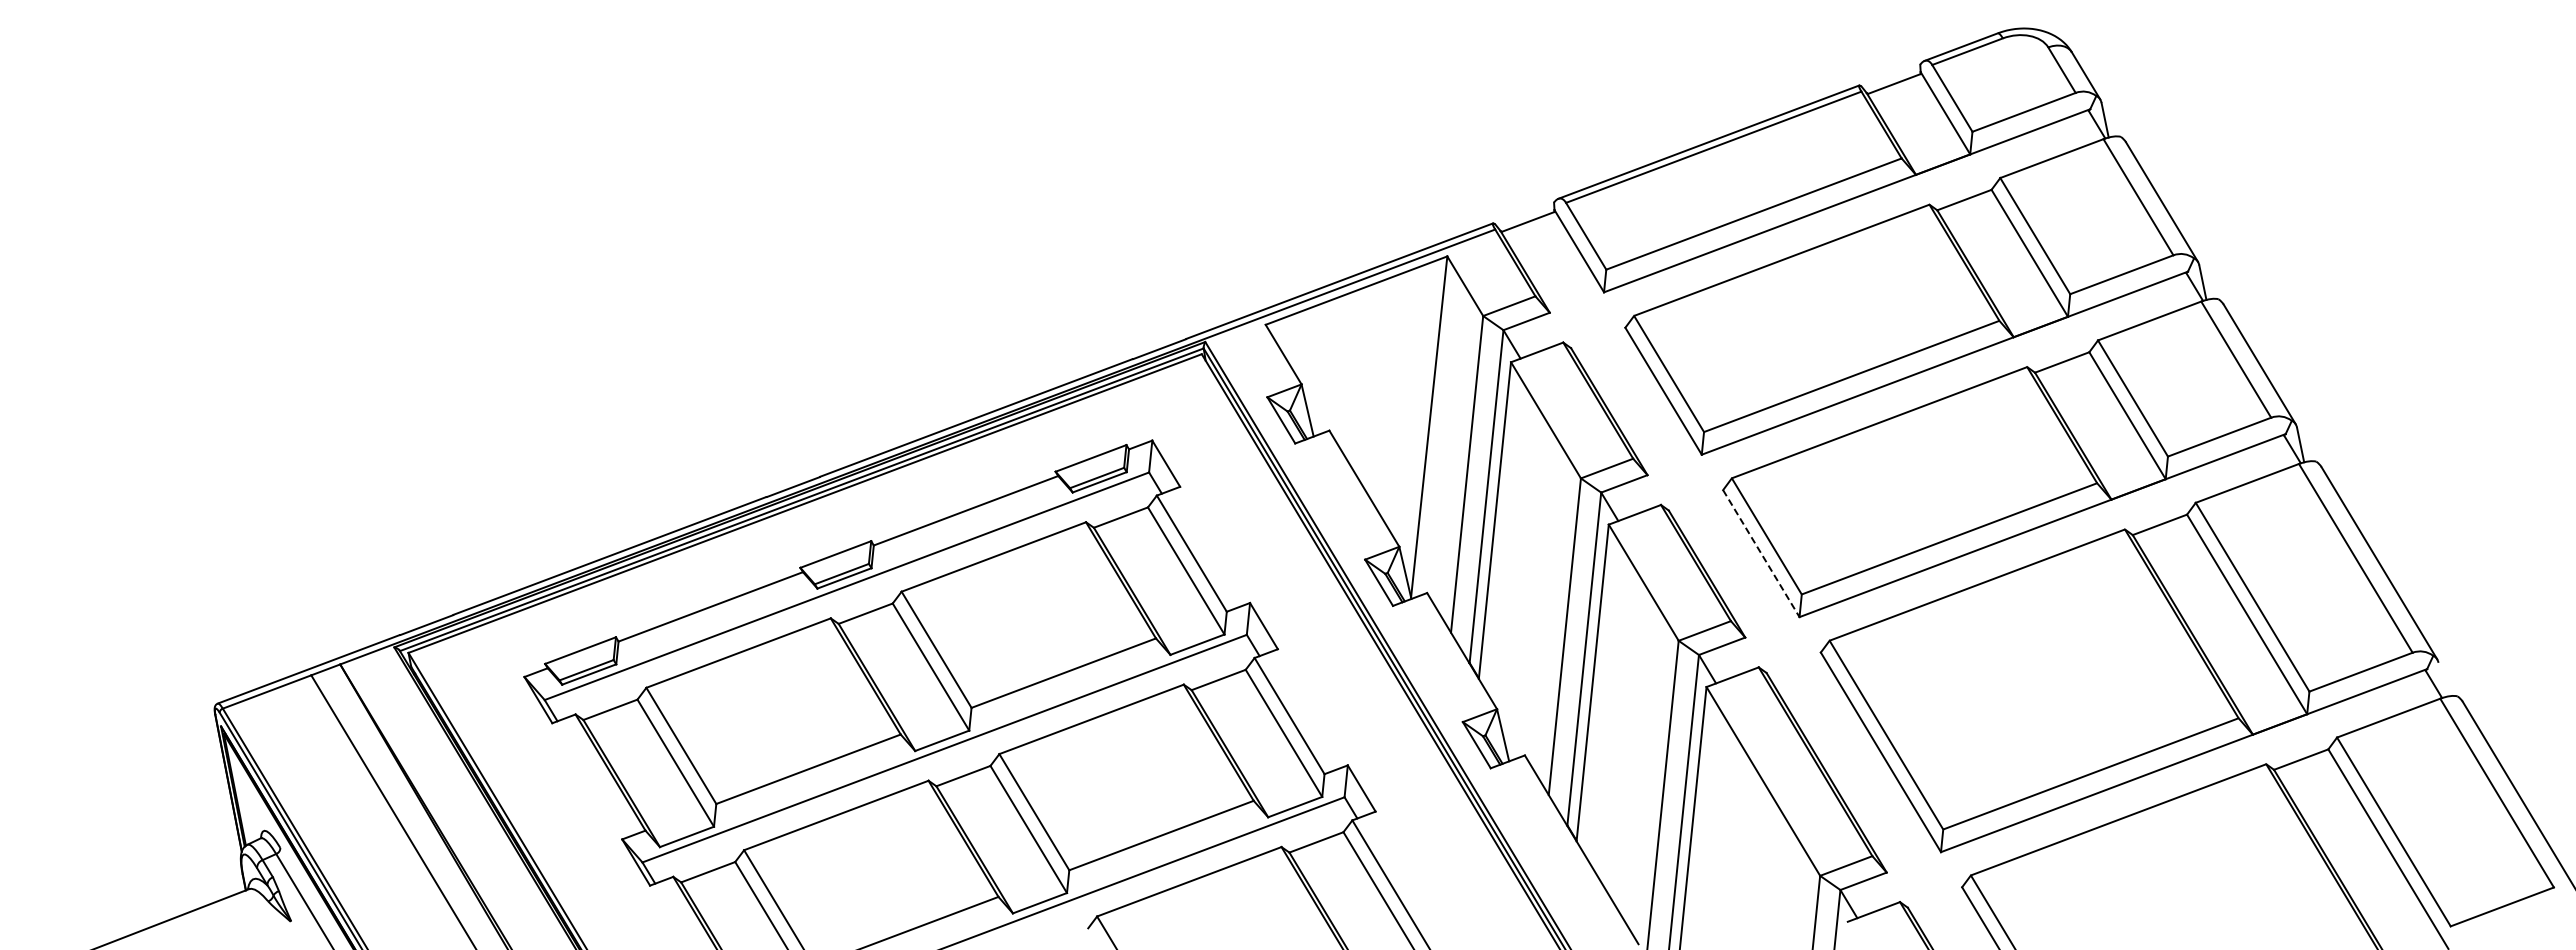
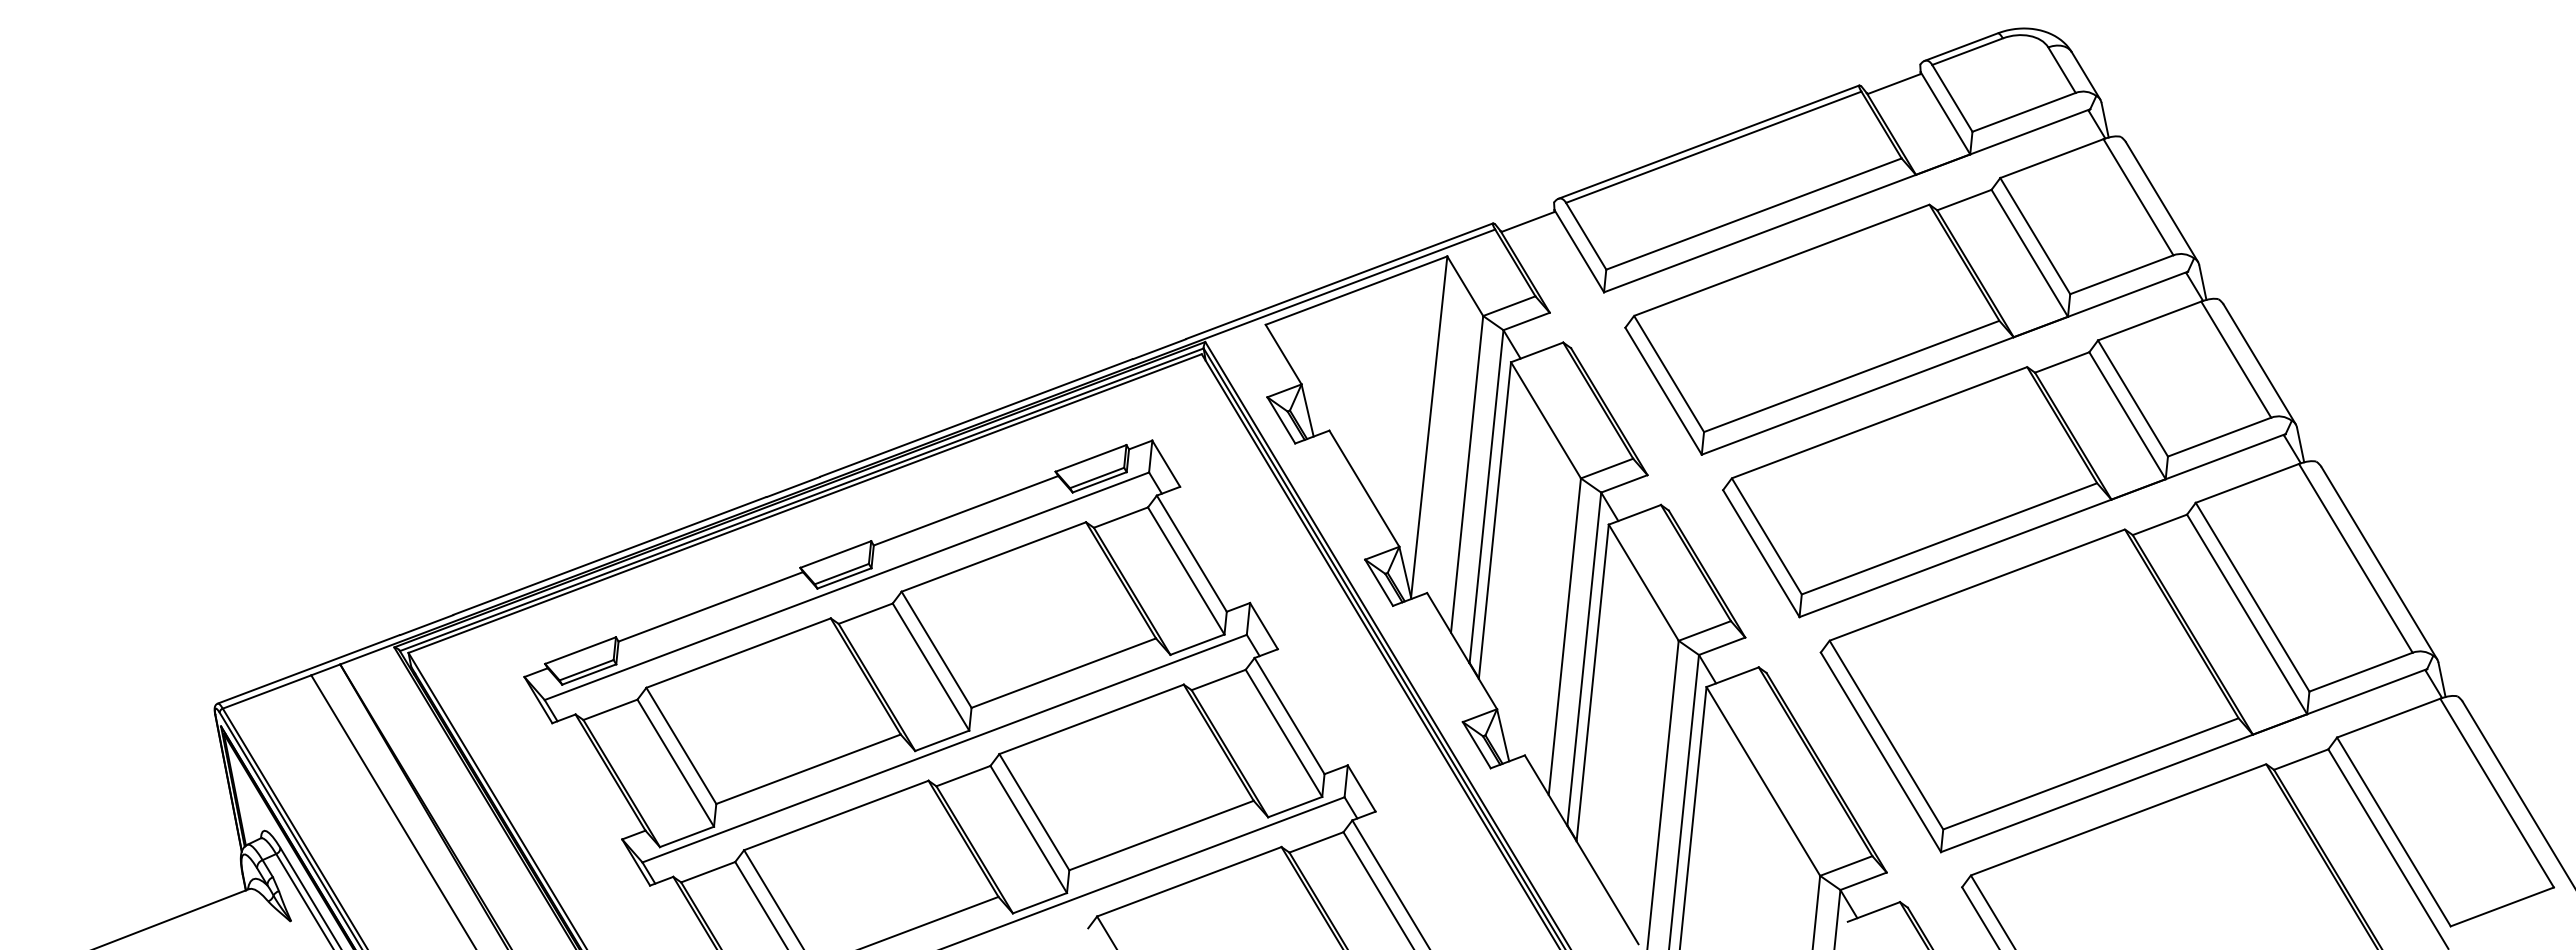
line at (1761, 554): dashed -> solid
line at (2441, 679): none -> present
line at (309, 896): none -> present
